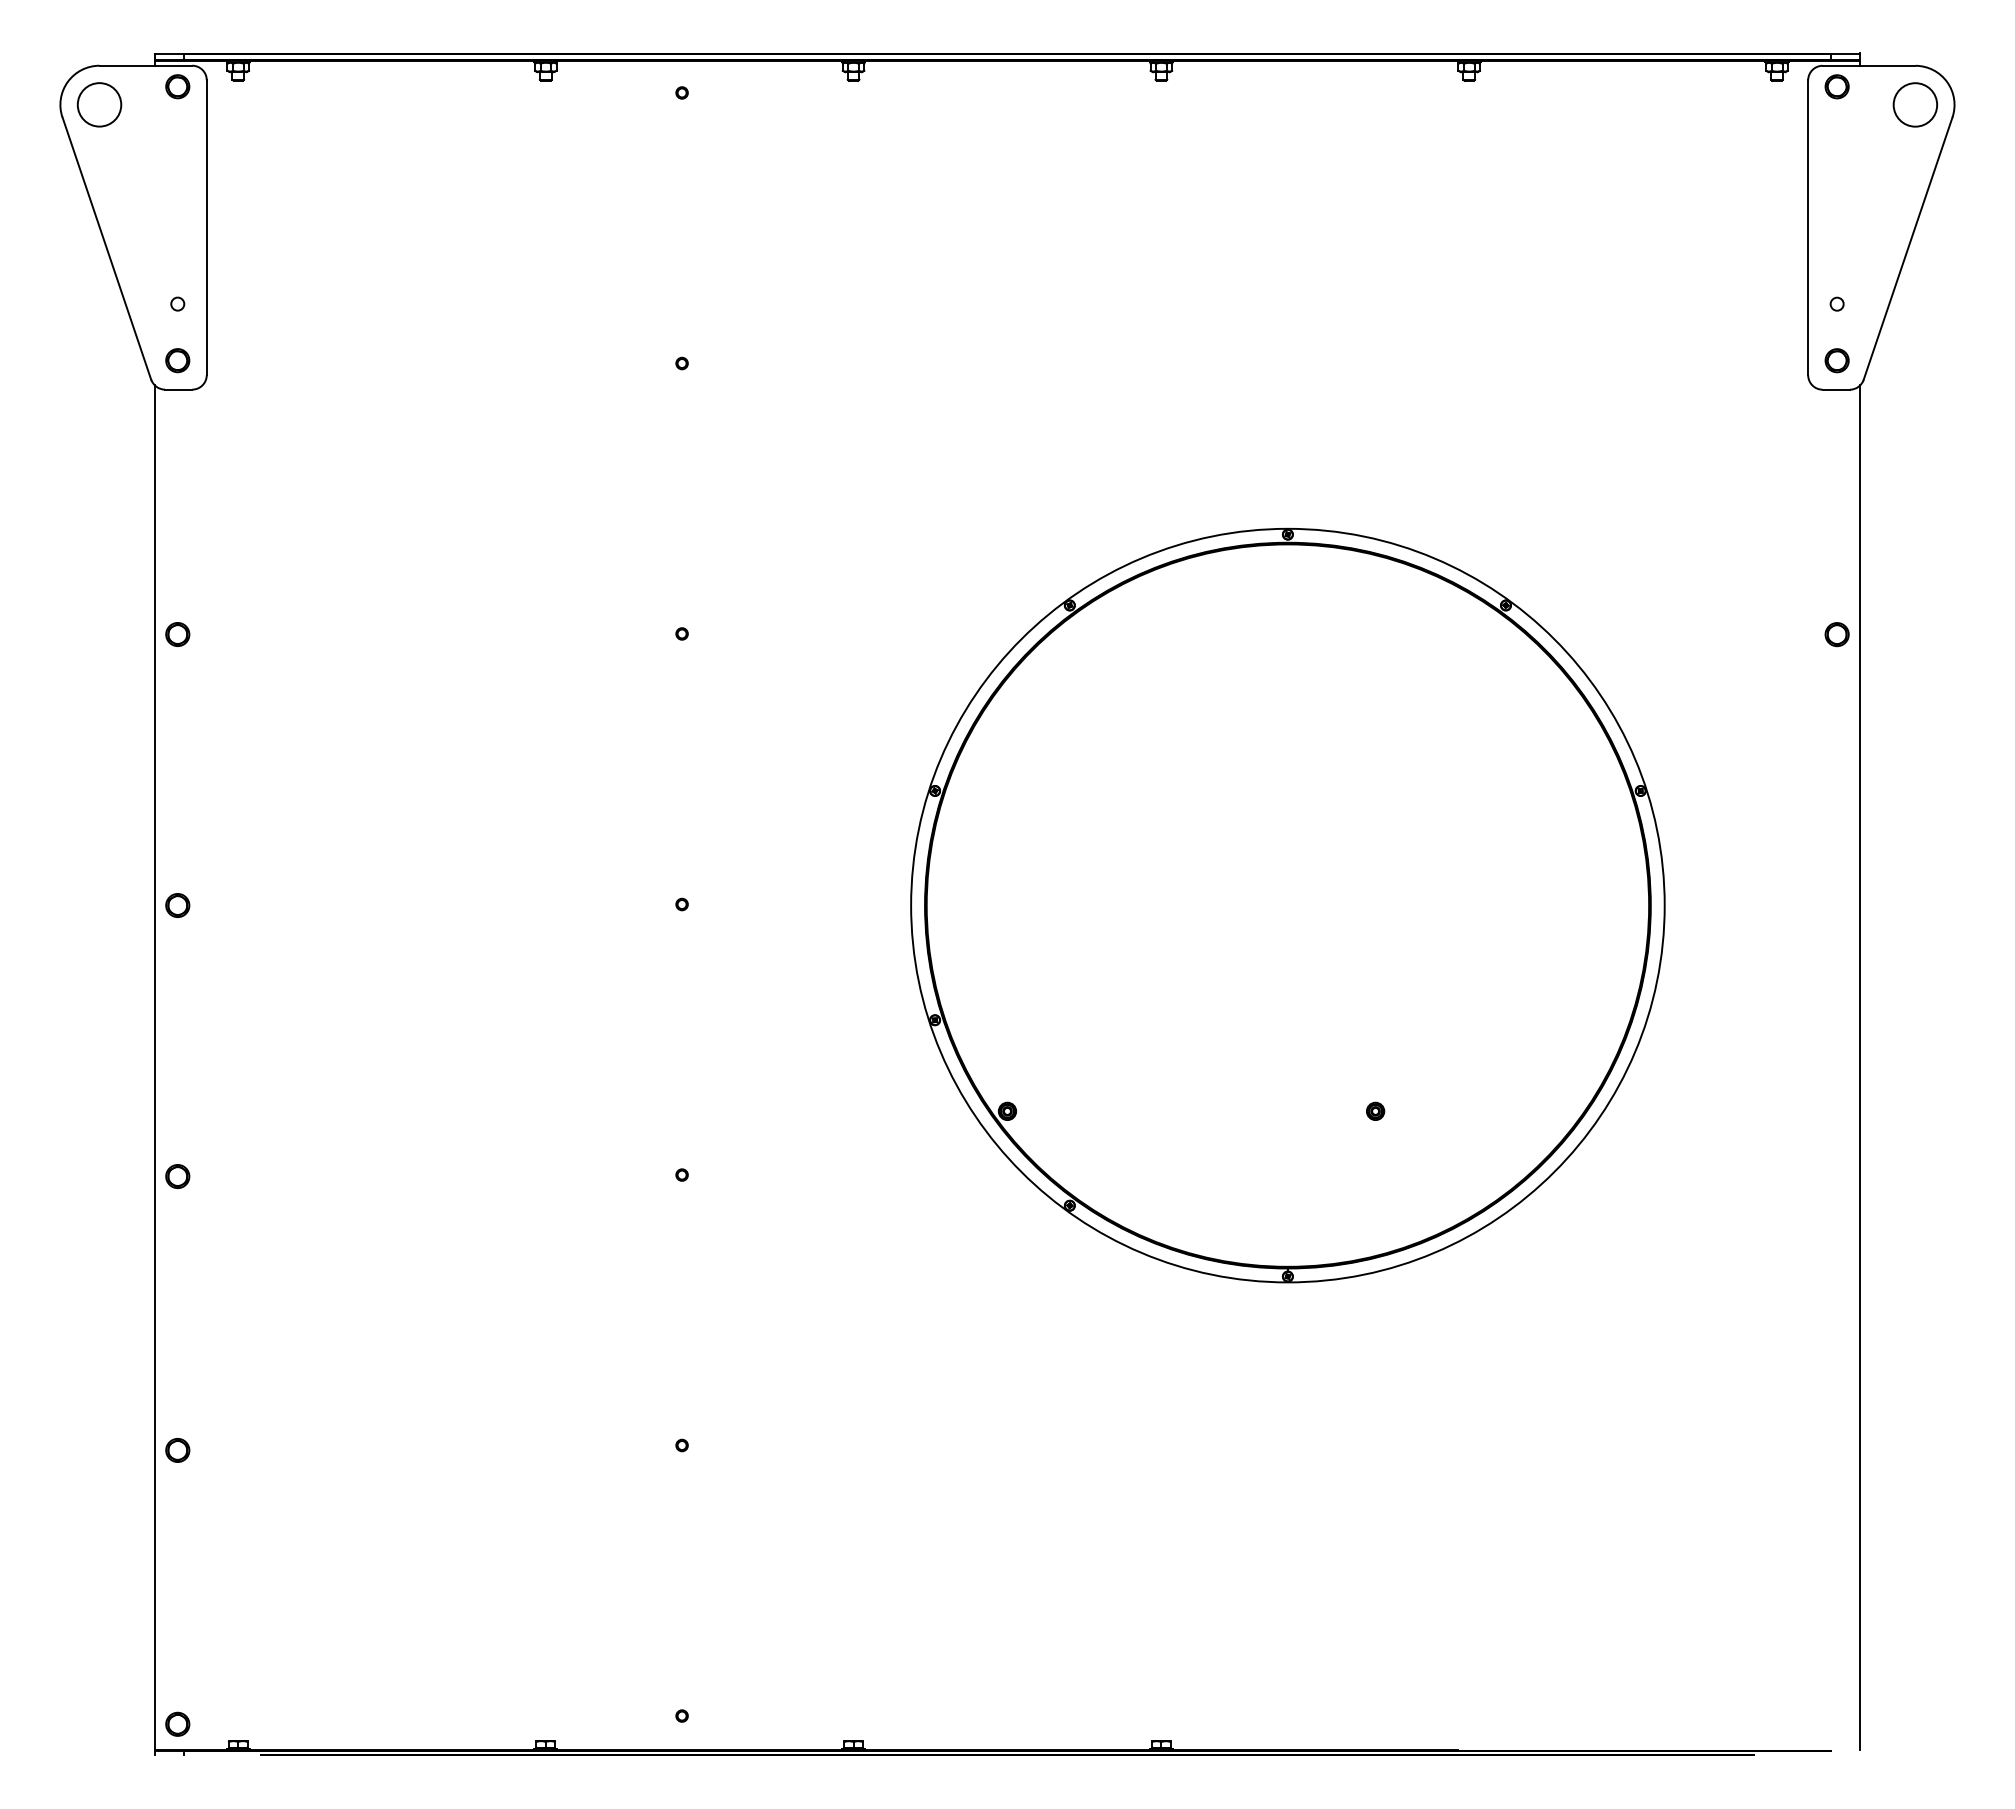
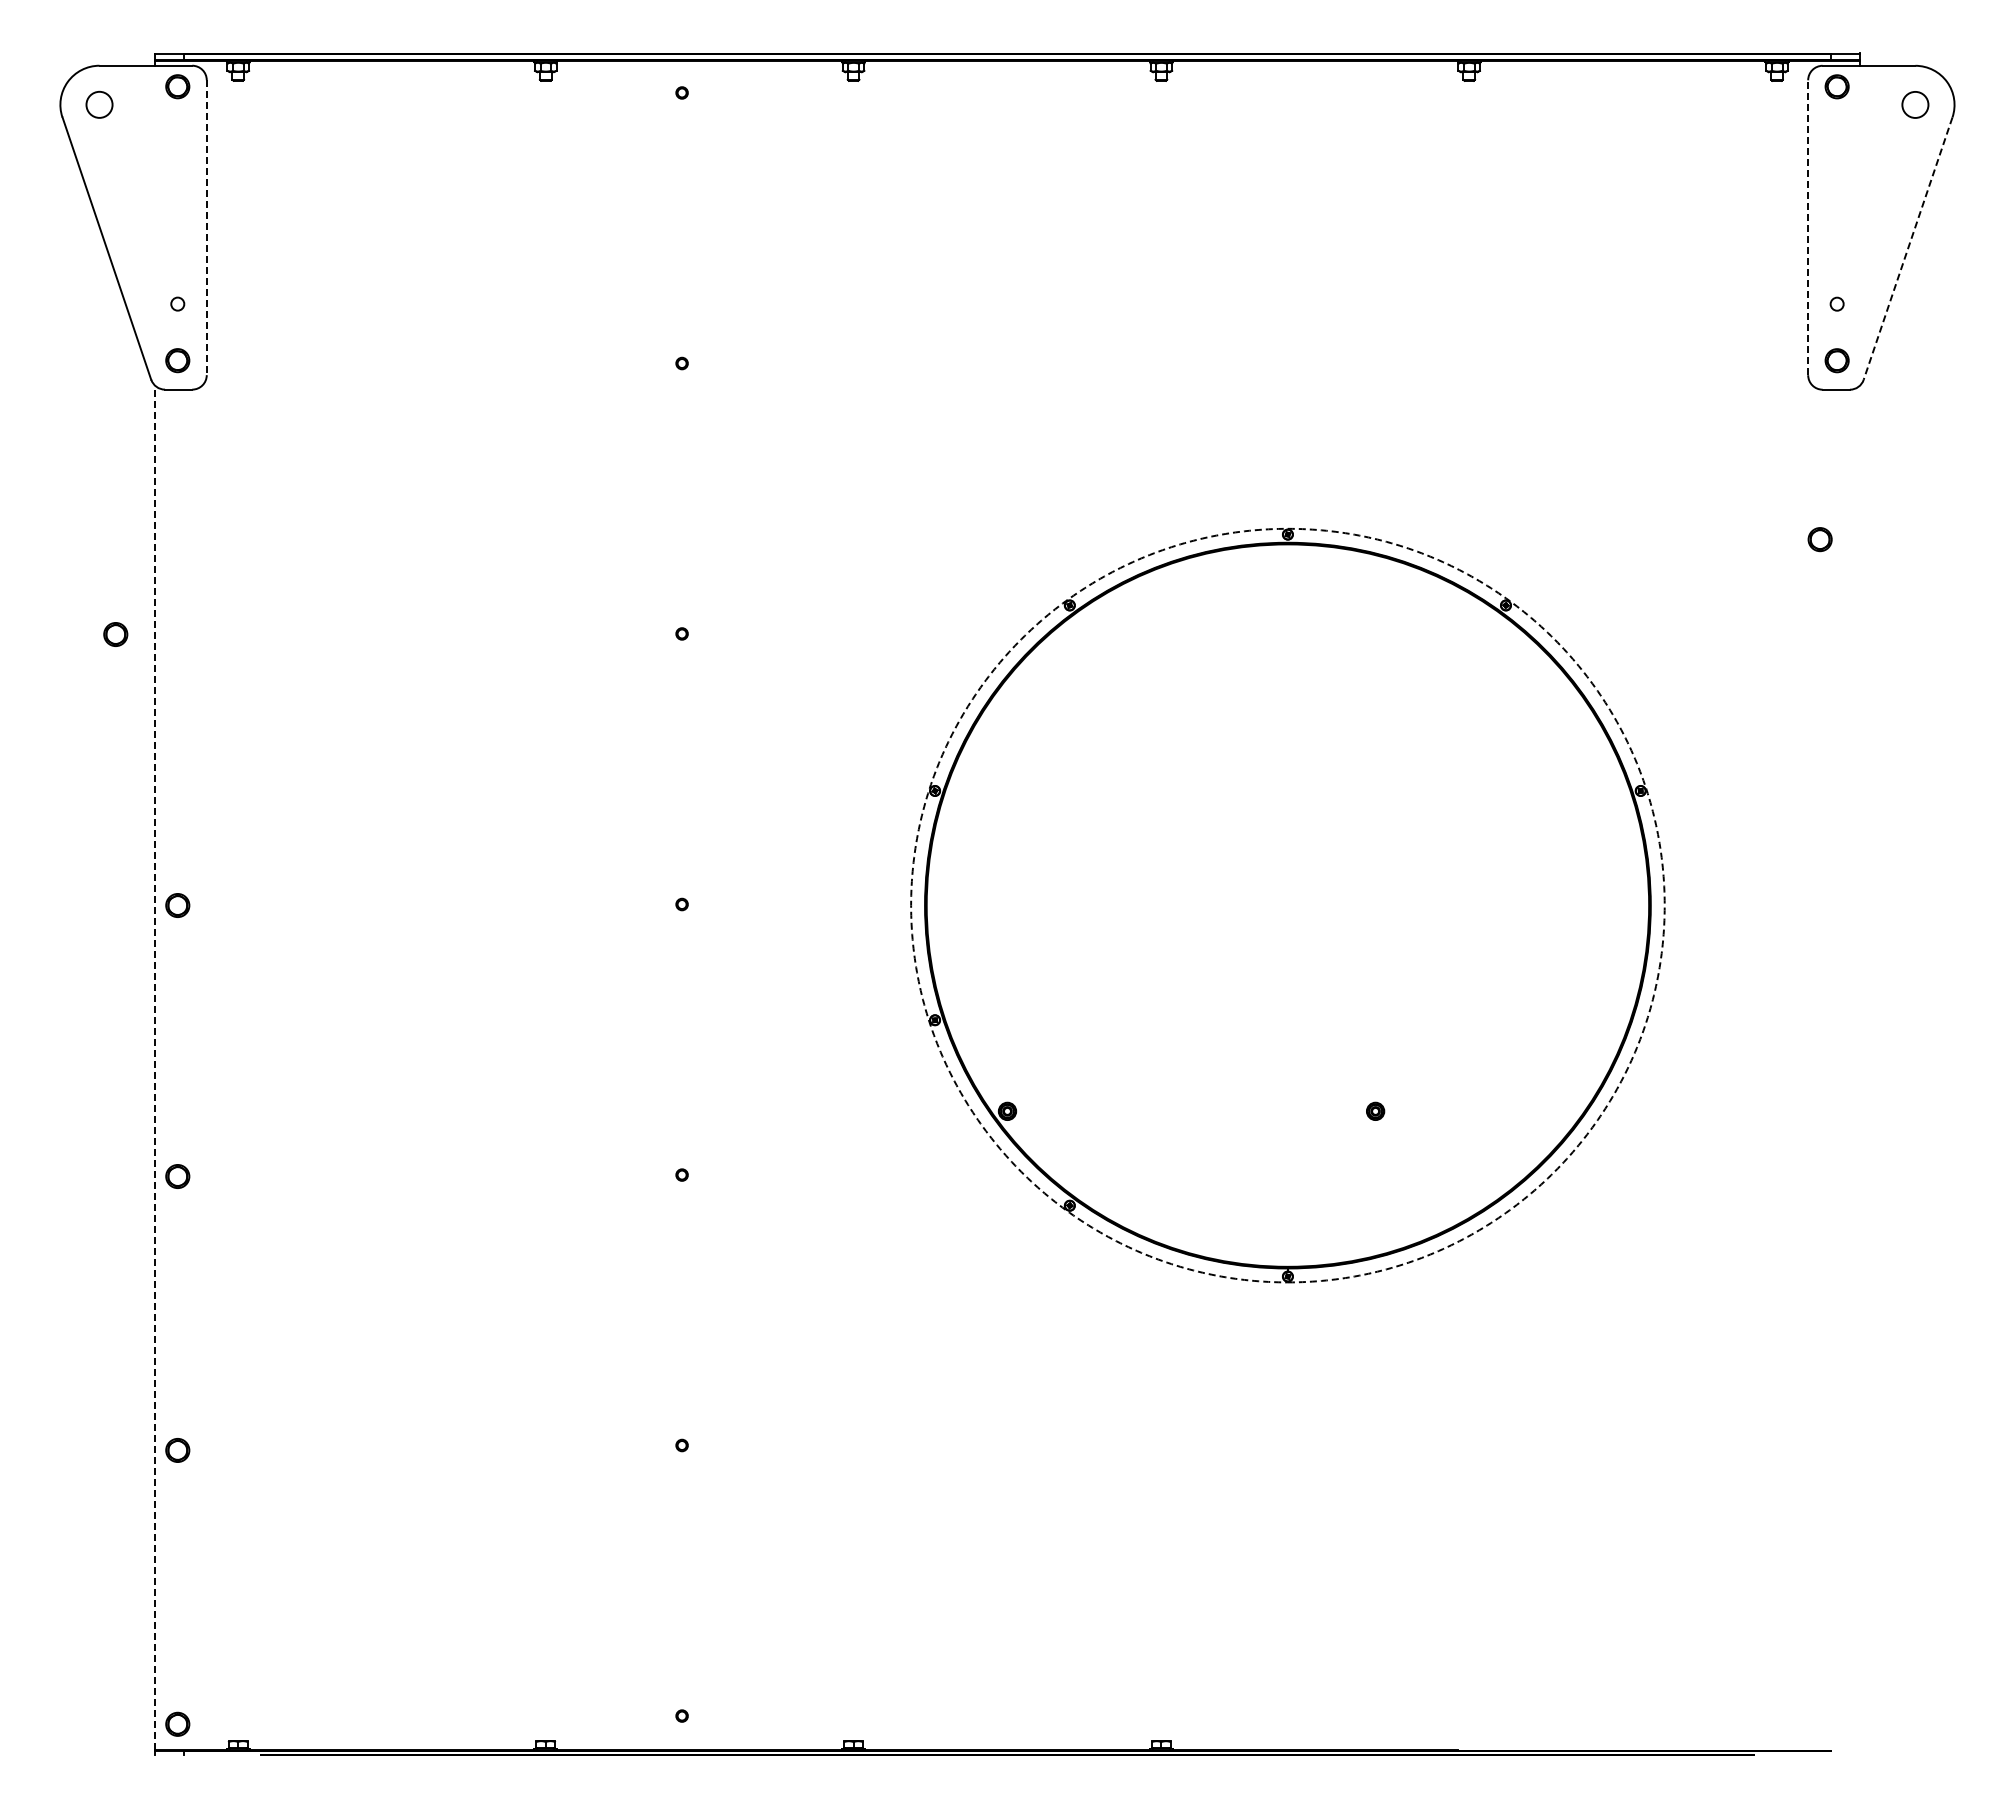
circle at (99, 104) diameter: 43 px -> 26 px
circle at (1915, 104) diameter: 43 px -> 26 px
line at (1808, 227): solid -> dashed
line at (206, 228): solid -> dashed
line at (1907, 249): solid -> dashed
arc at (1287, 528): solid -> dashed
part at (177, 634) position: (177, 634) -> (115, 634)
part at (1836, 634) position: (1836, 634) -> (1819, 539)
line at (154, 1067): solid -> dashed
line at (1860, 1067): present -> none
